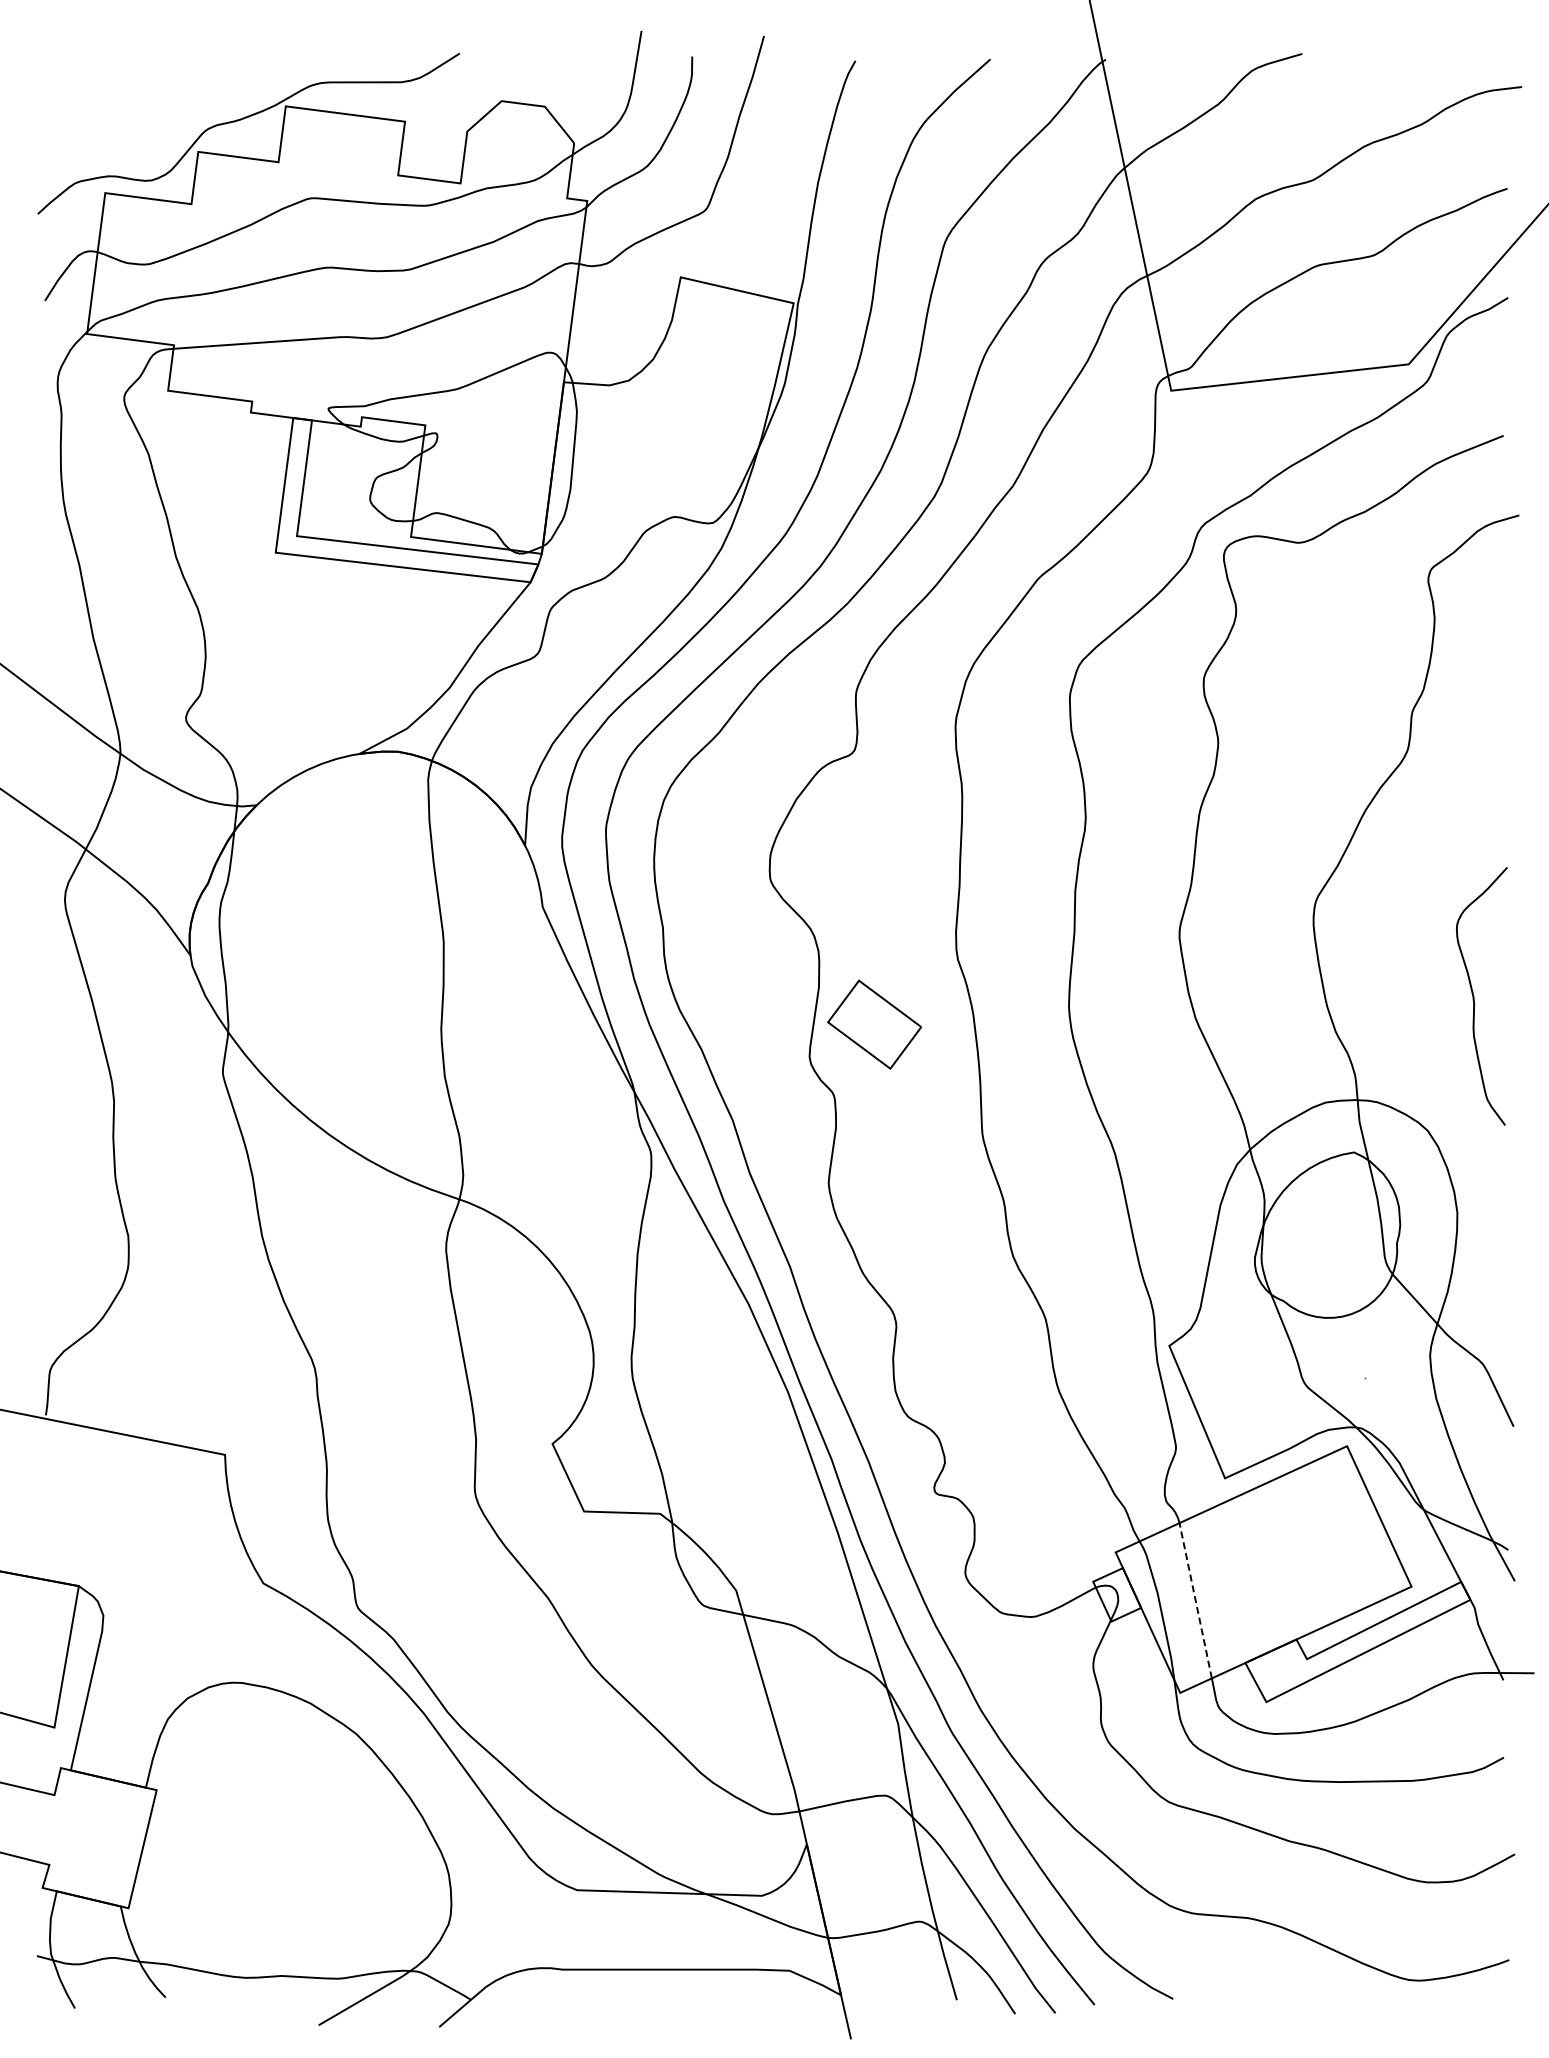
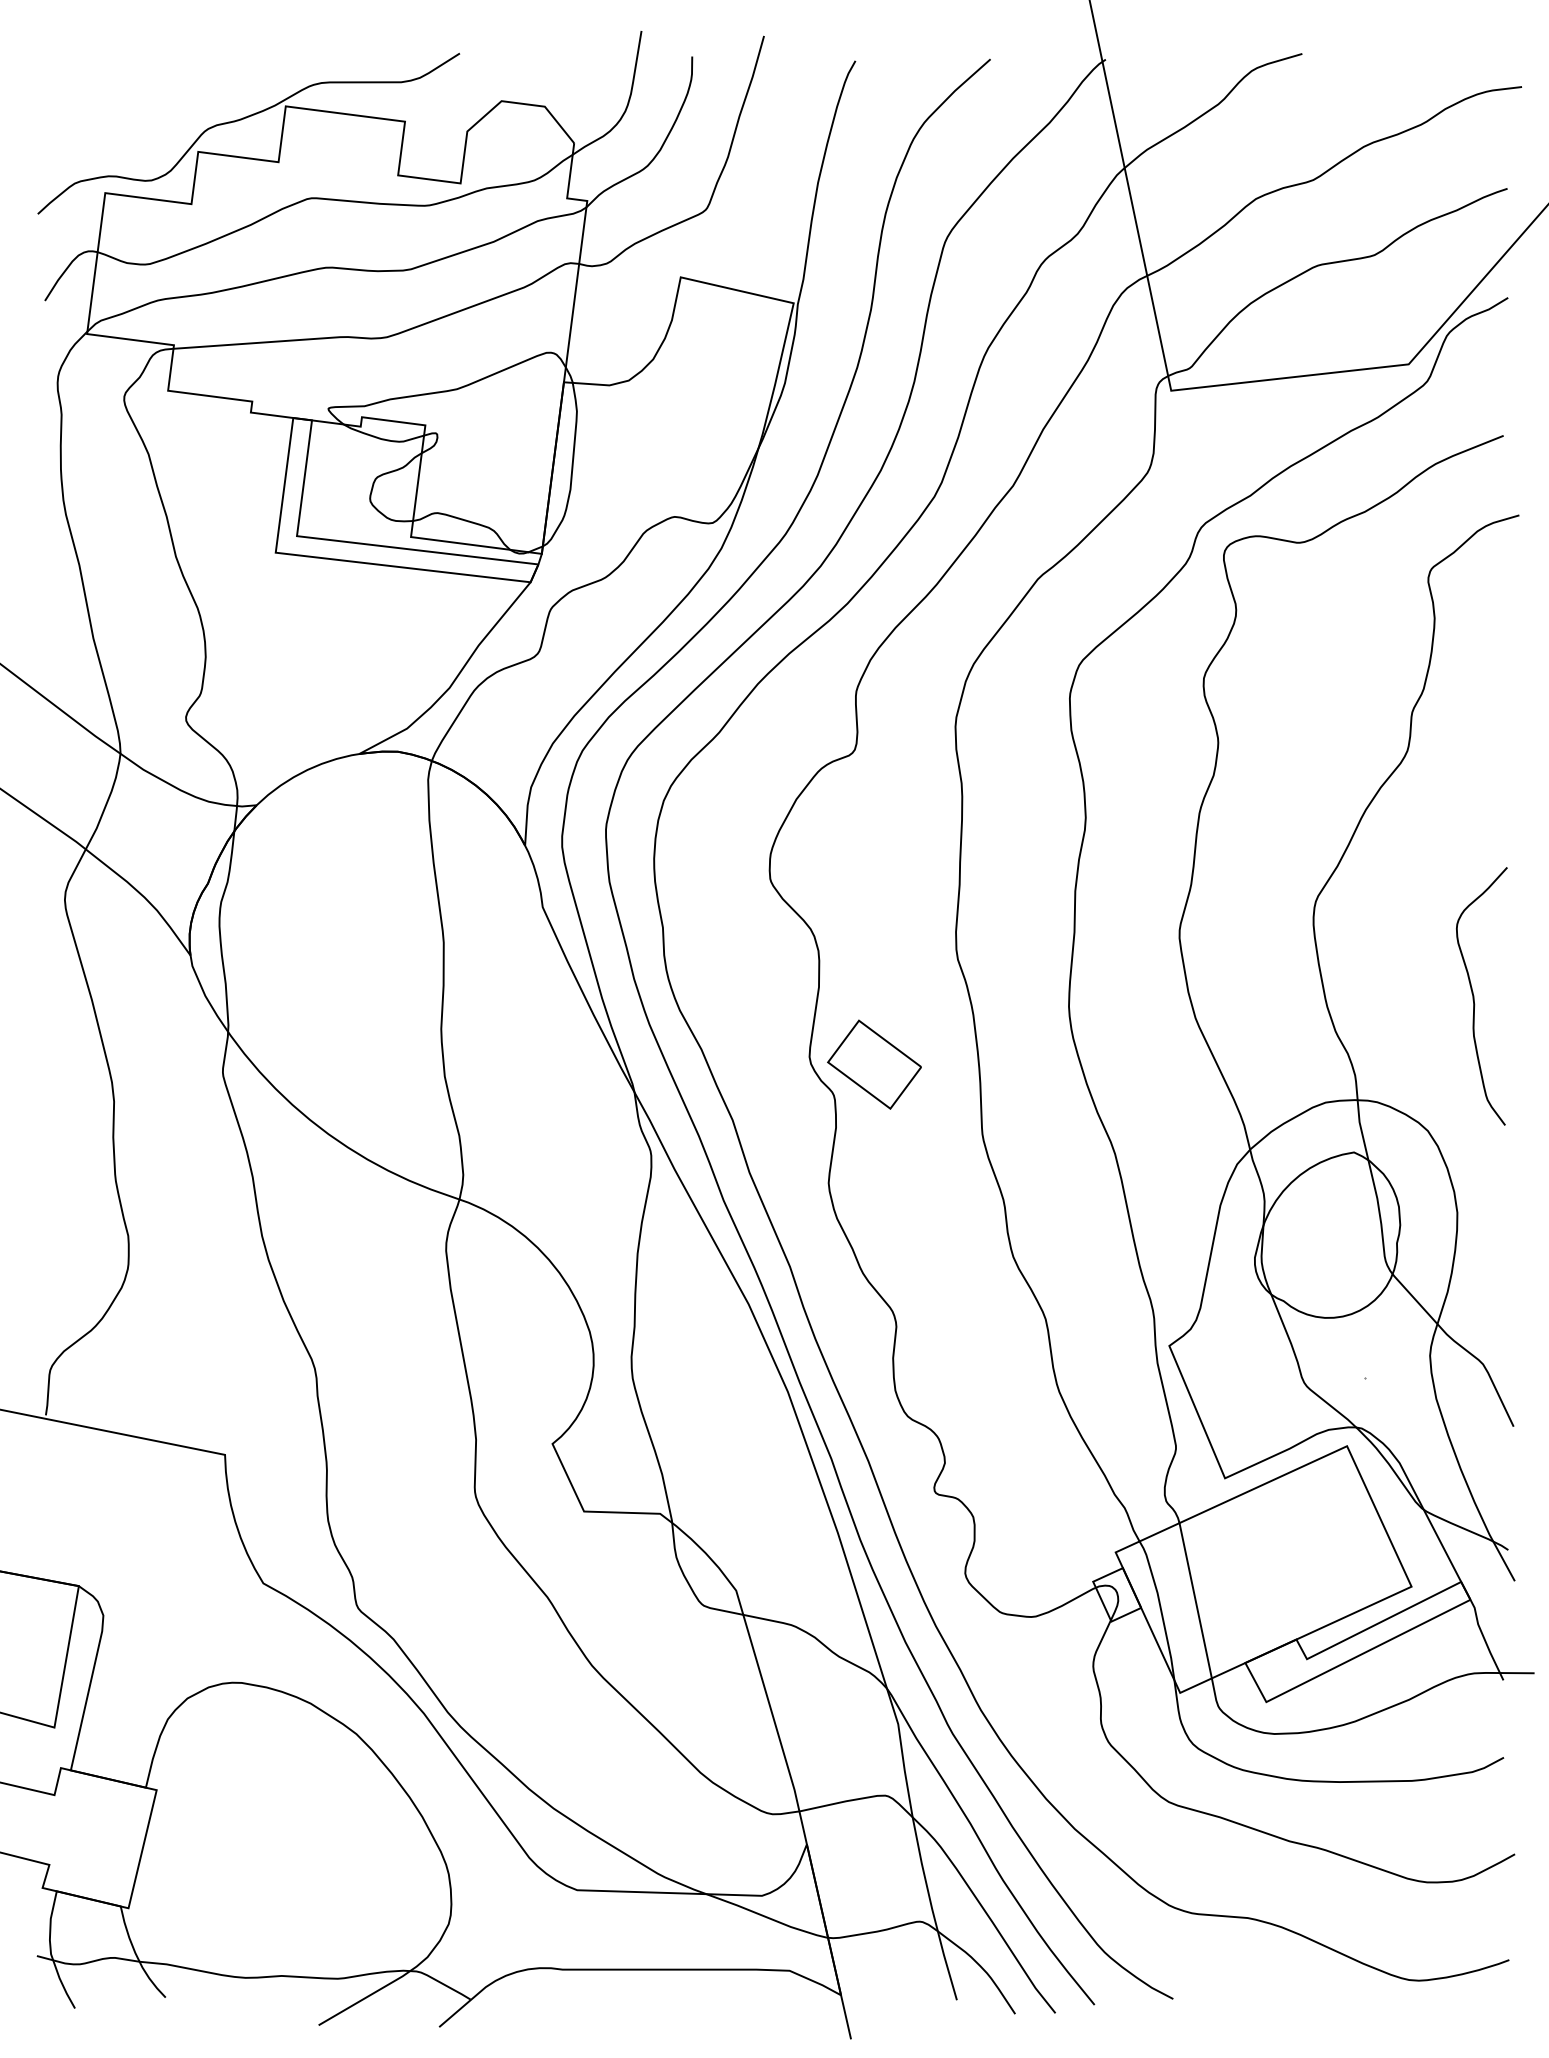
part at (874, 1024) position: (874, 1024) -> (874, 1064)
line at (1195, 1600): dashed -> solid
